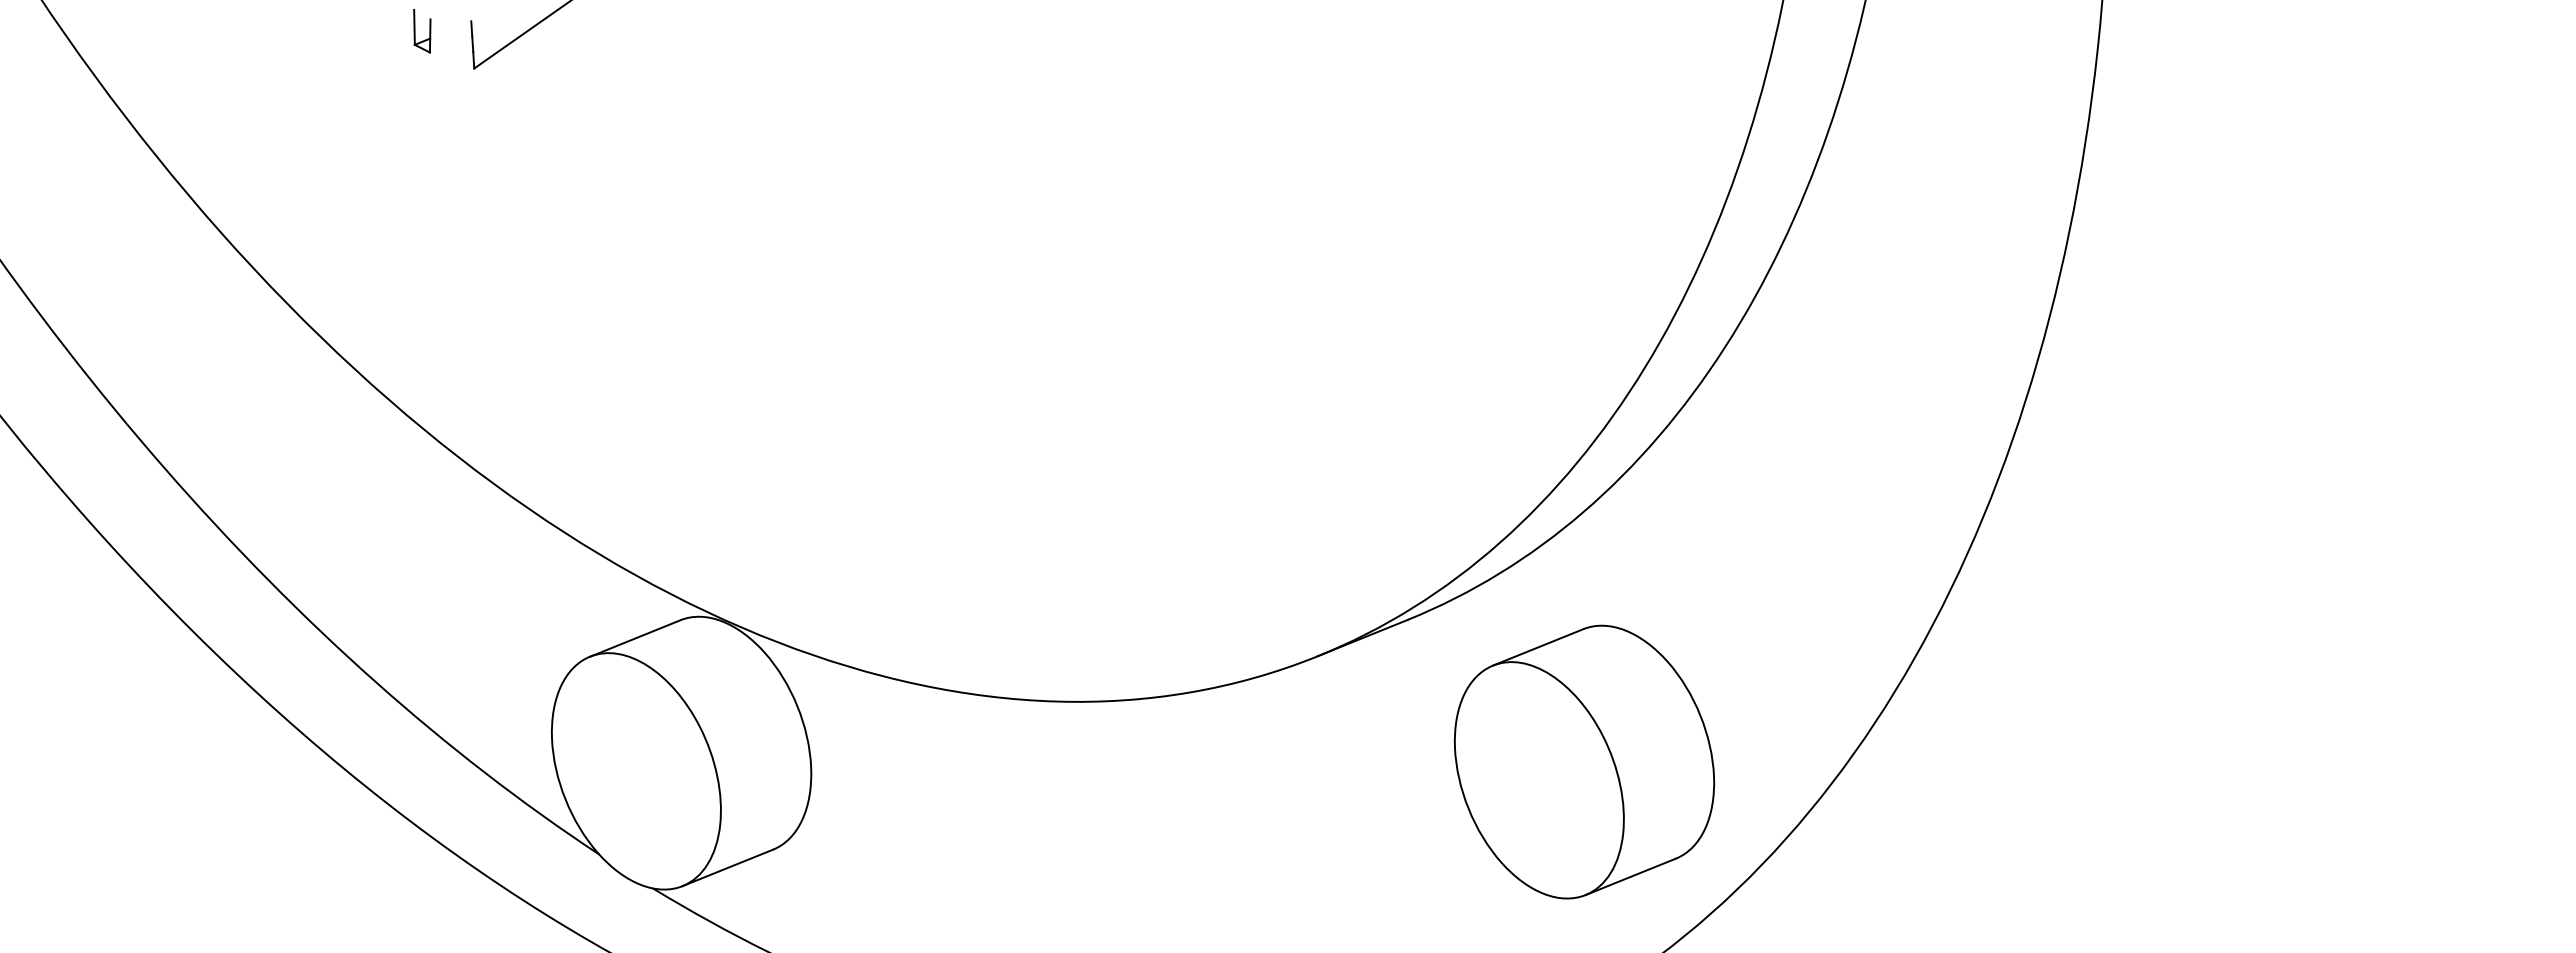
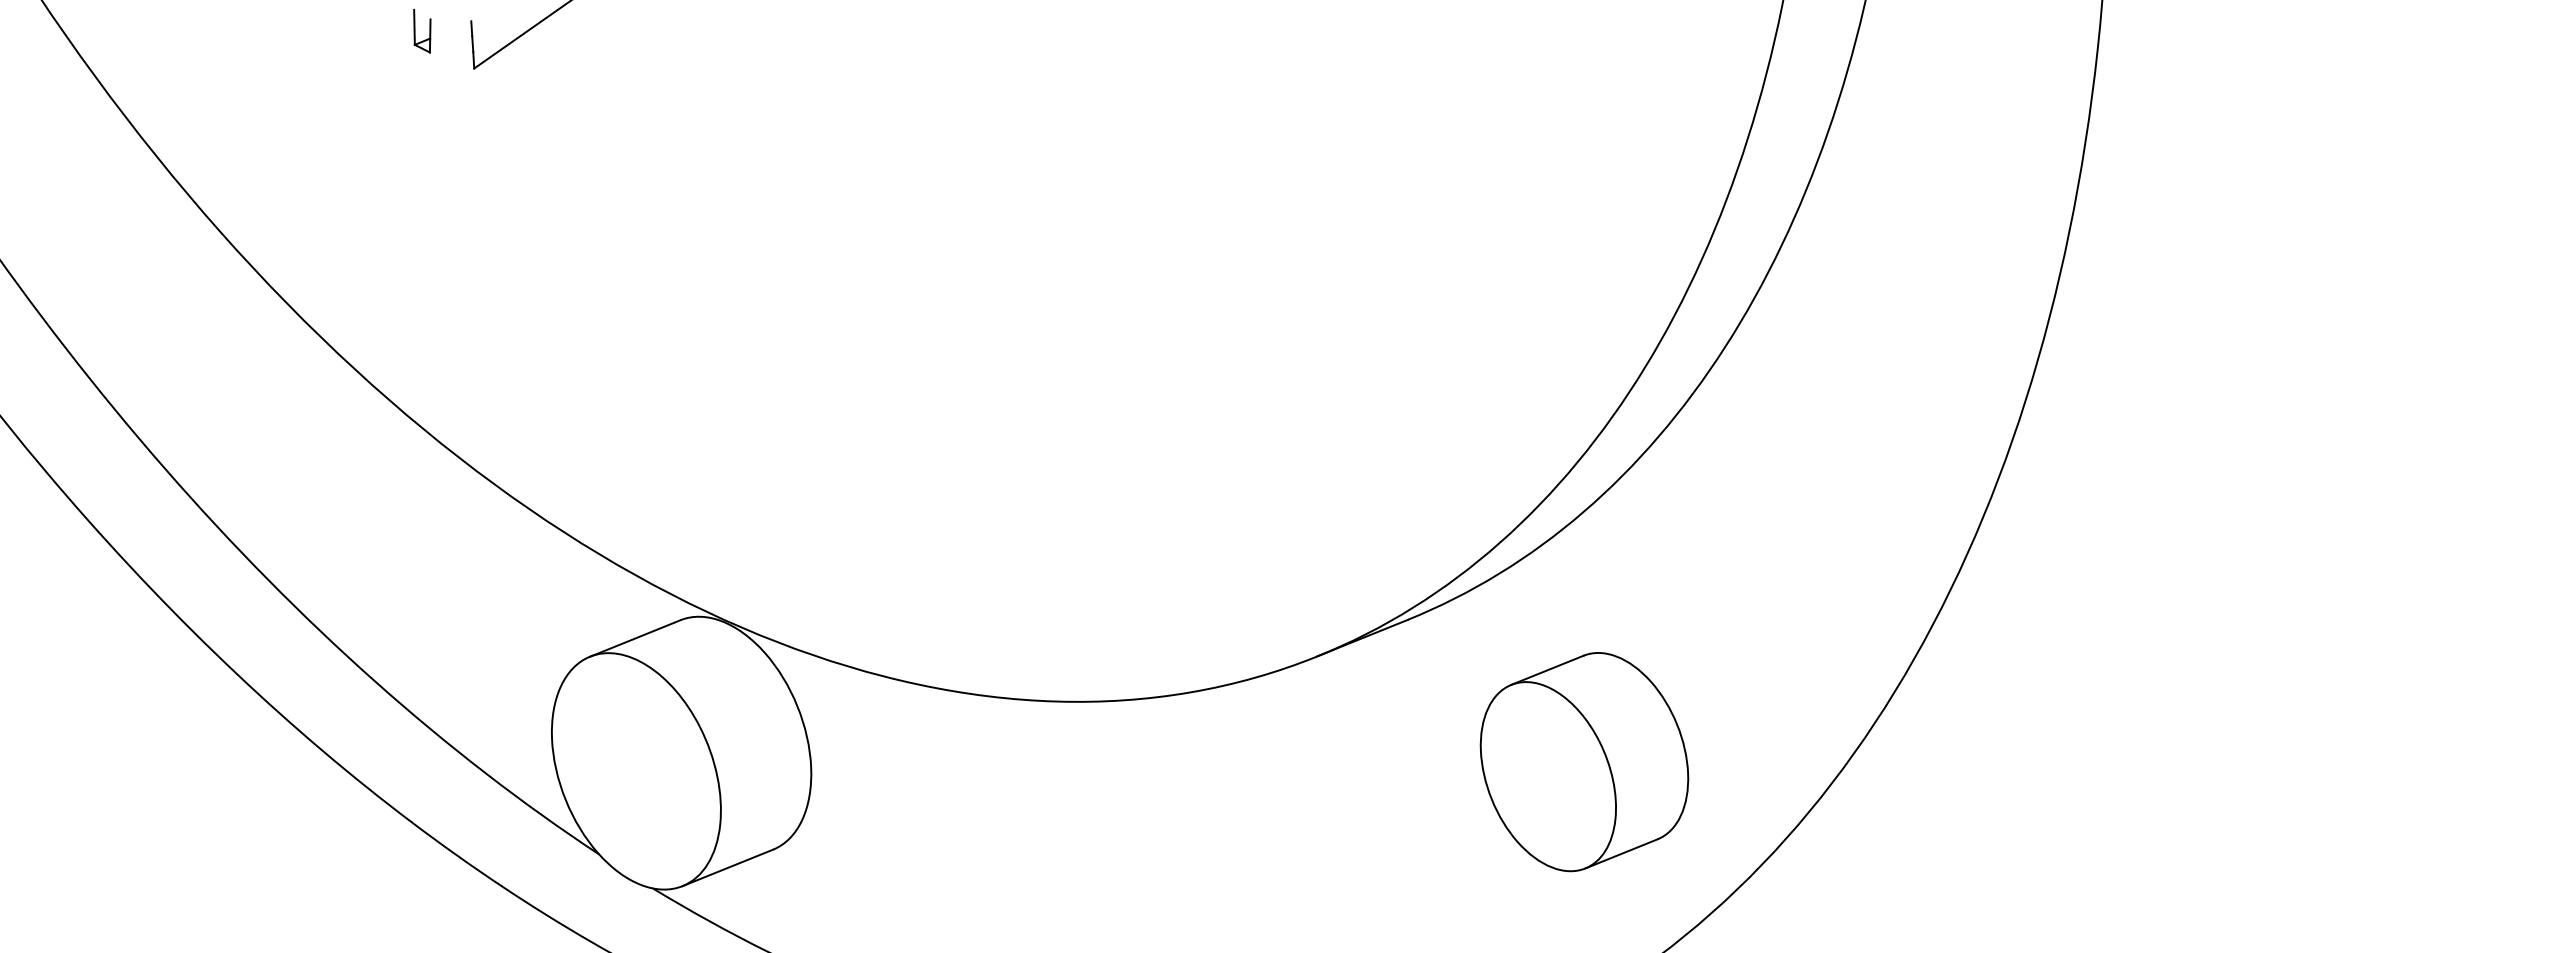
part at (1584, 761) size: 263x276 px -> 211x221 px
